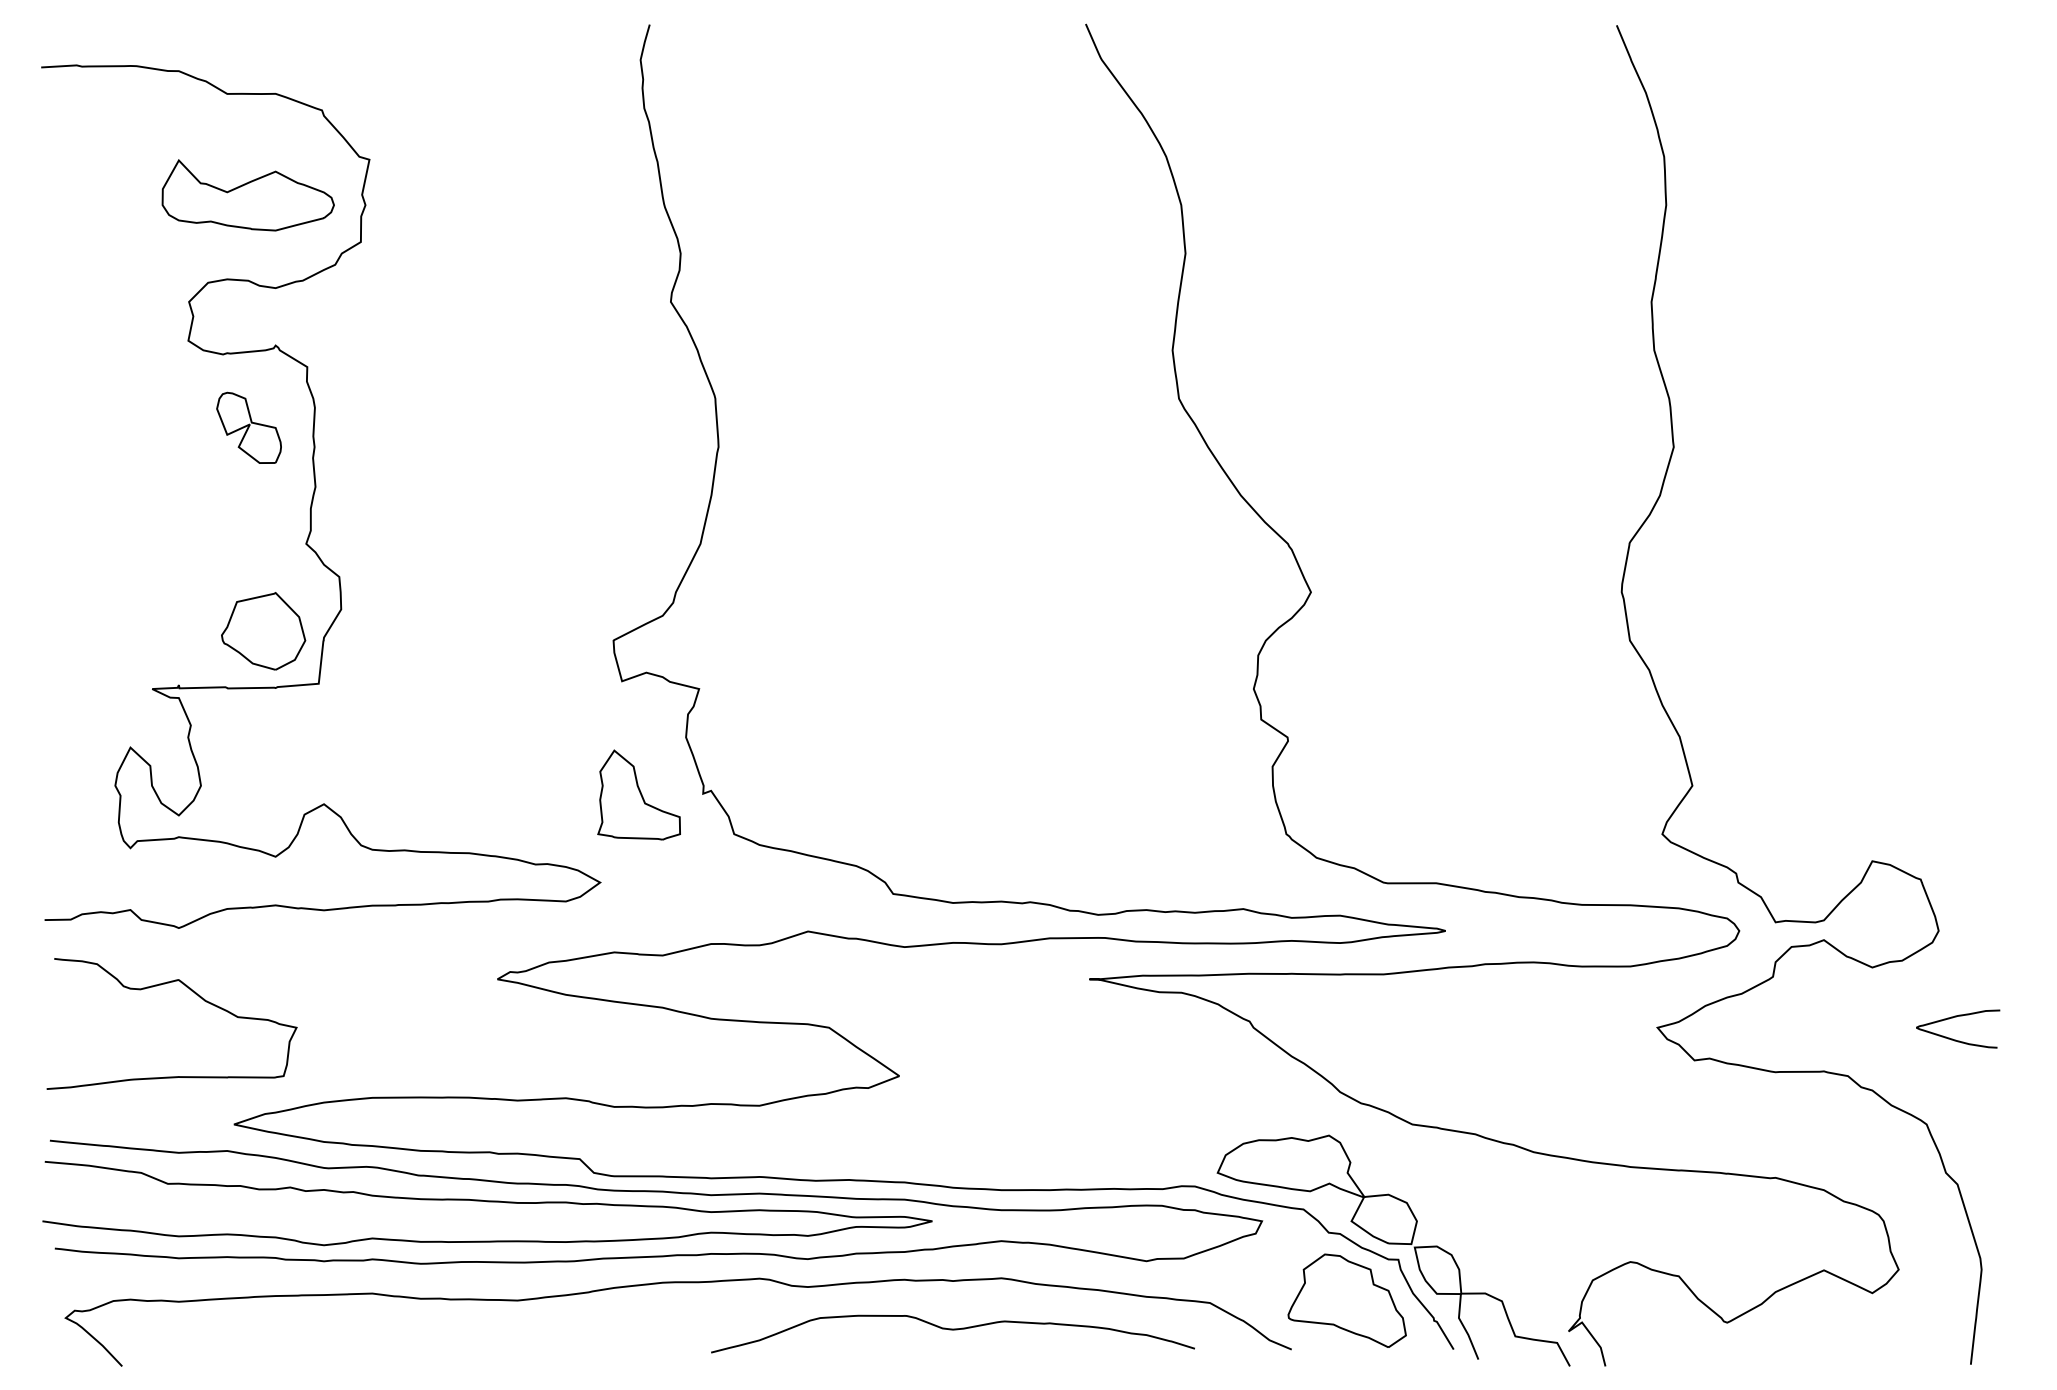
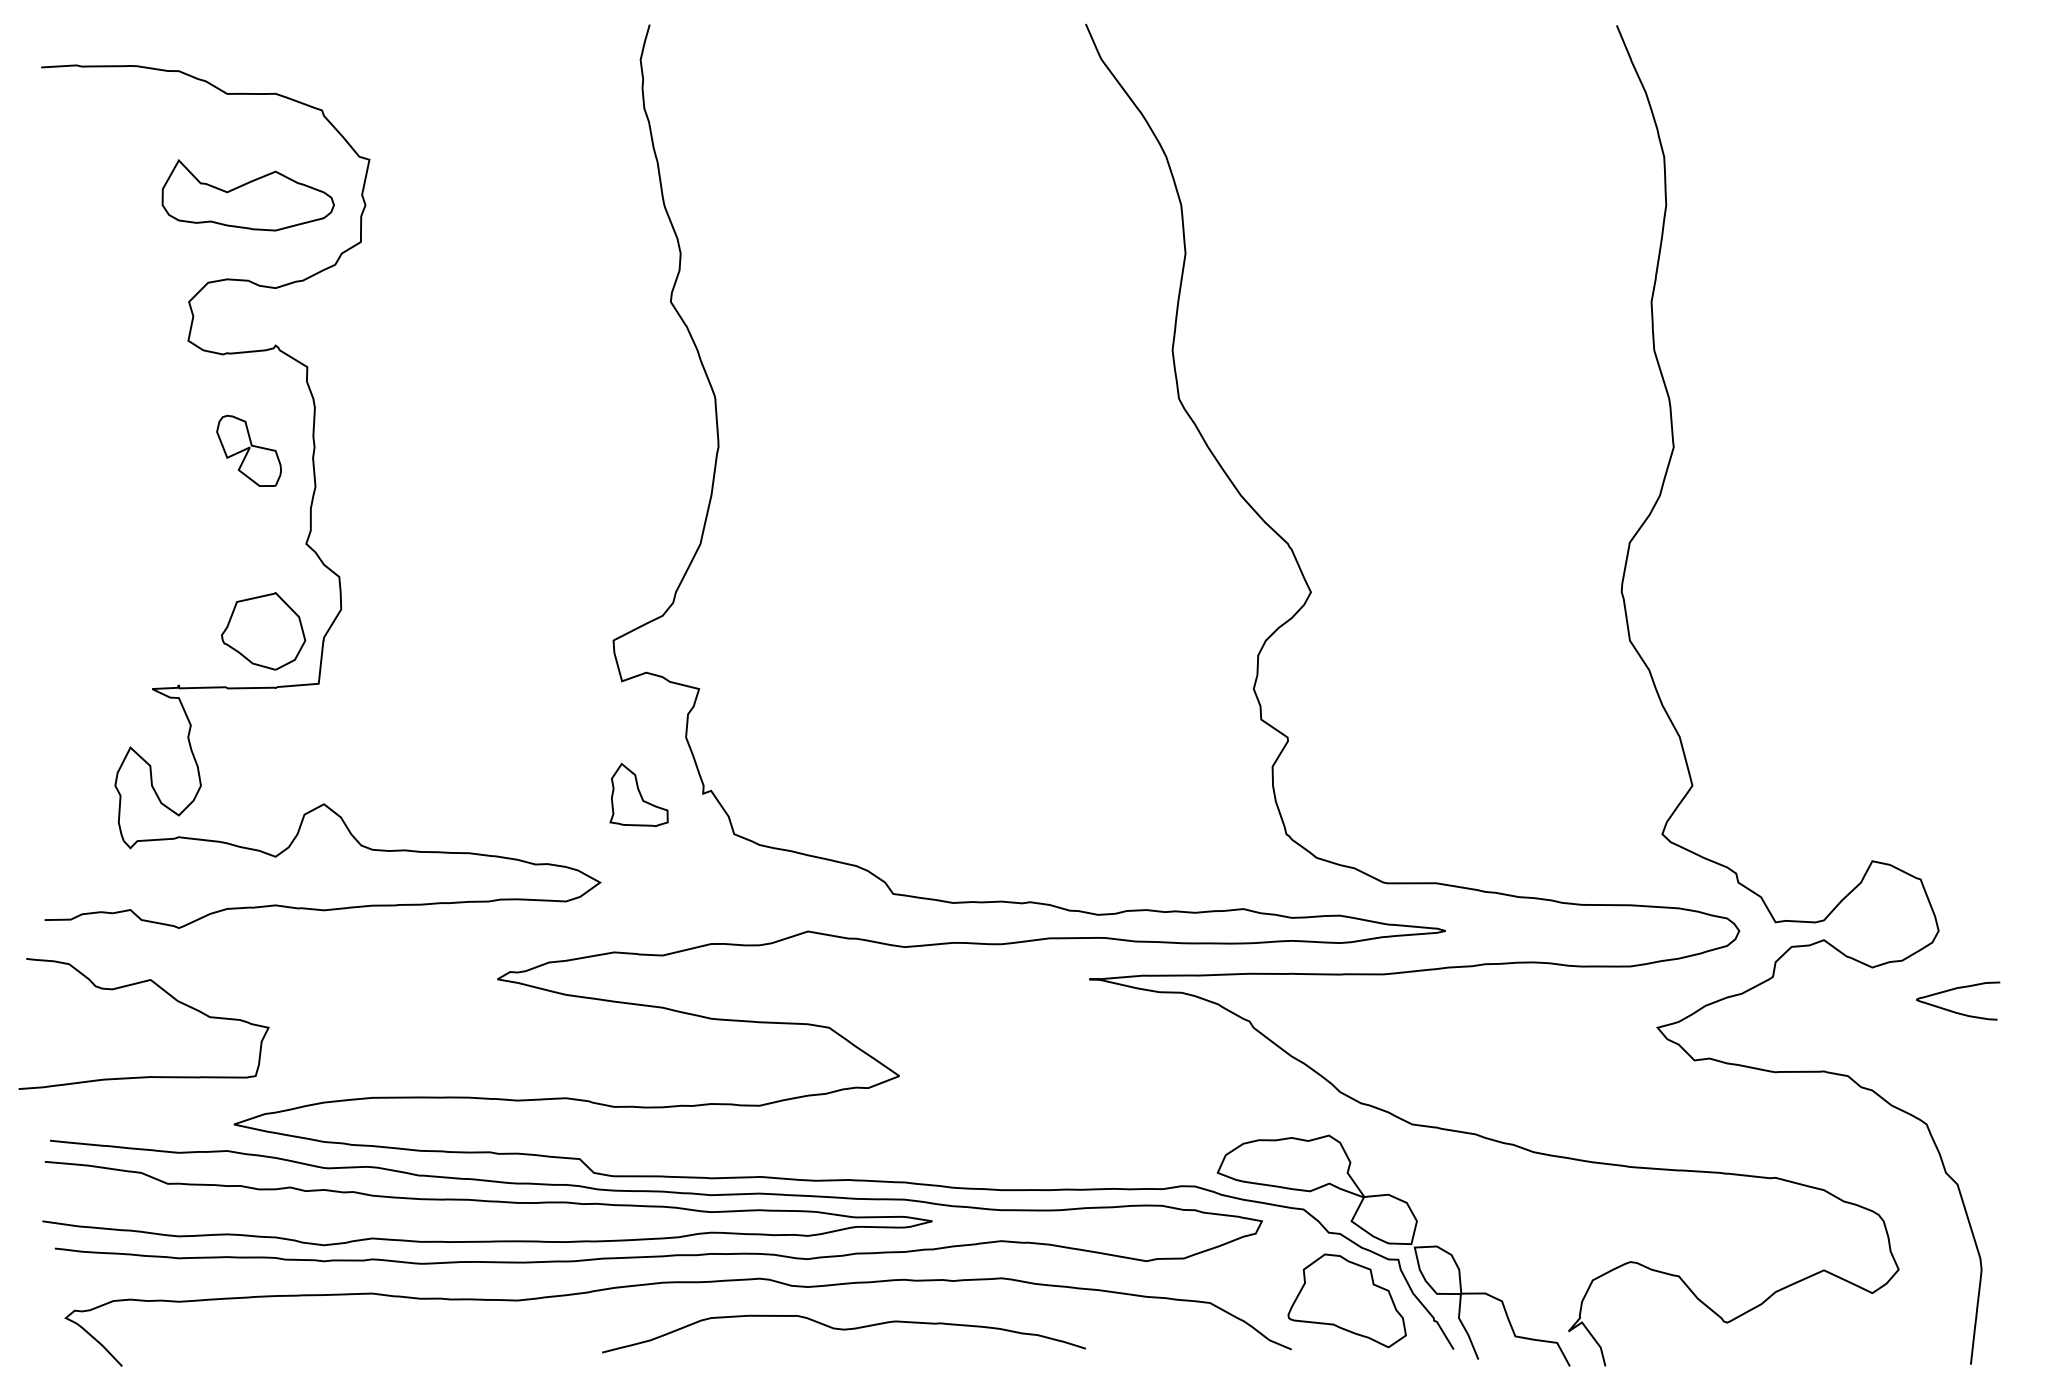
part at (248, 427) position: (248, 427) -> (248, 450)
part at (638, 794) size: 84x92 px -> 60x66 px
curve at (195, 994) position: (195, 994) -> (167, 994)
curve at (1956, 1017) position: (1956, 1017) -> (1956, 989)
curve at (952, 1330) position: (952, 1330) -> (843, 1330)
